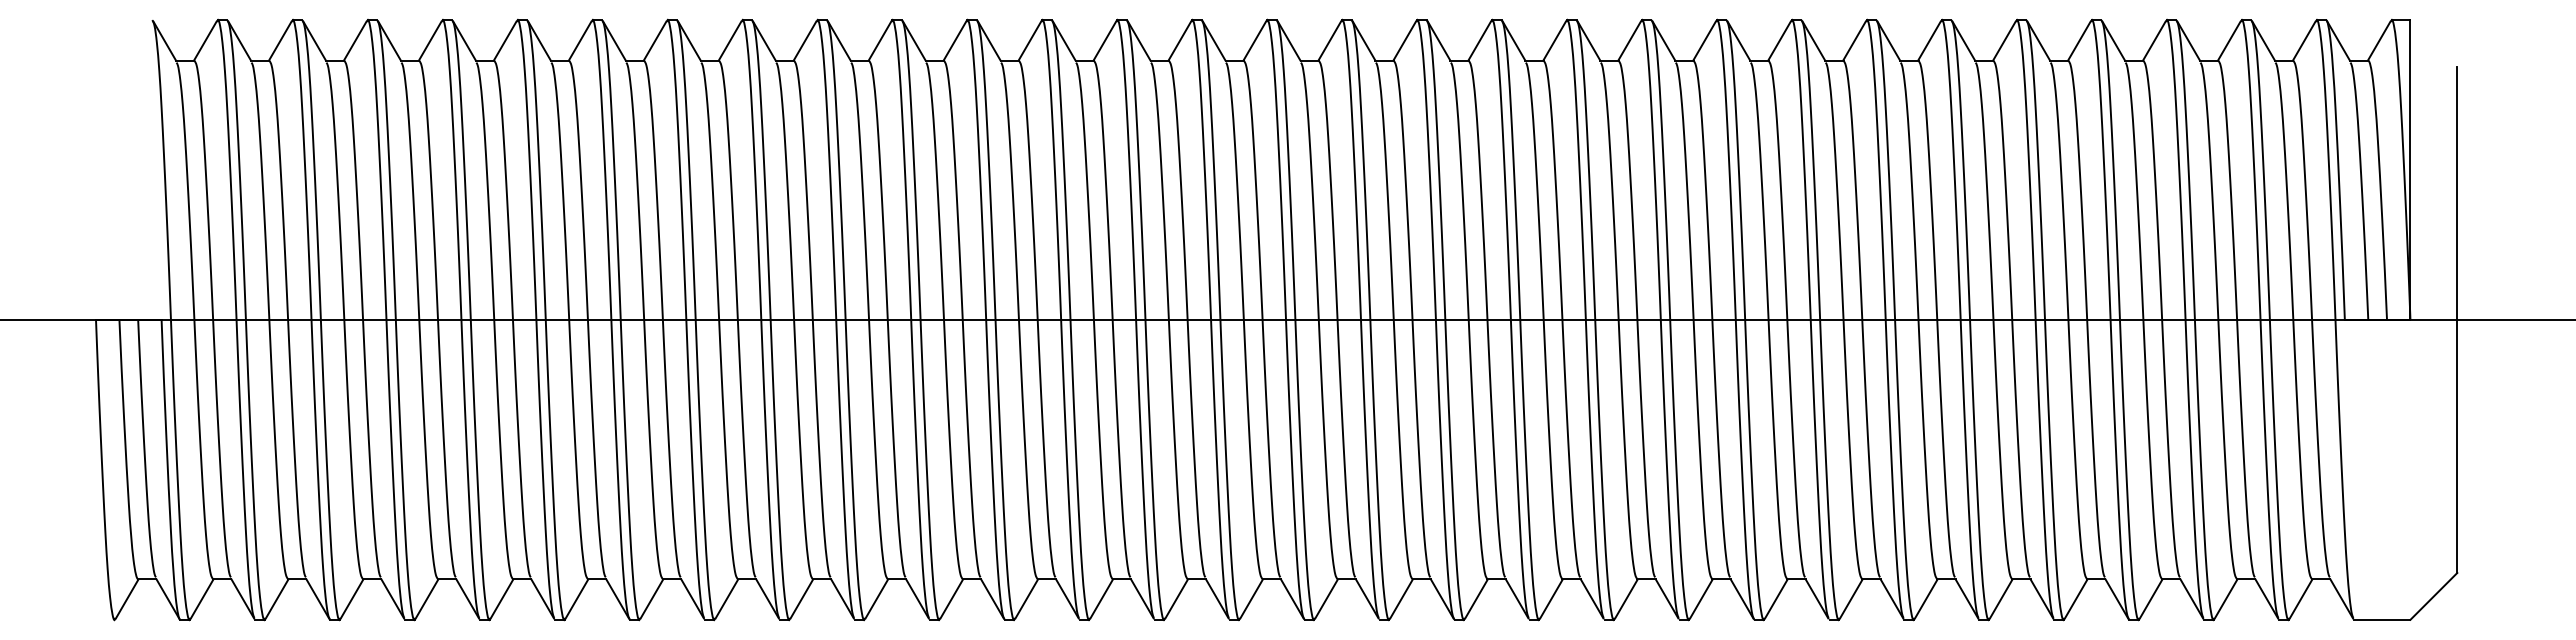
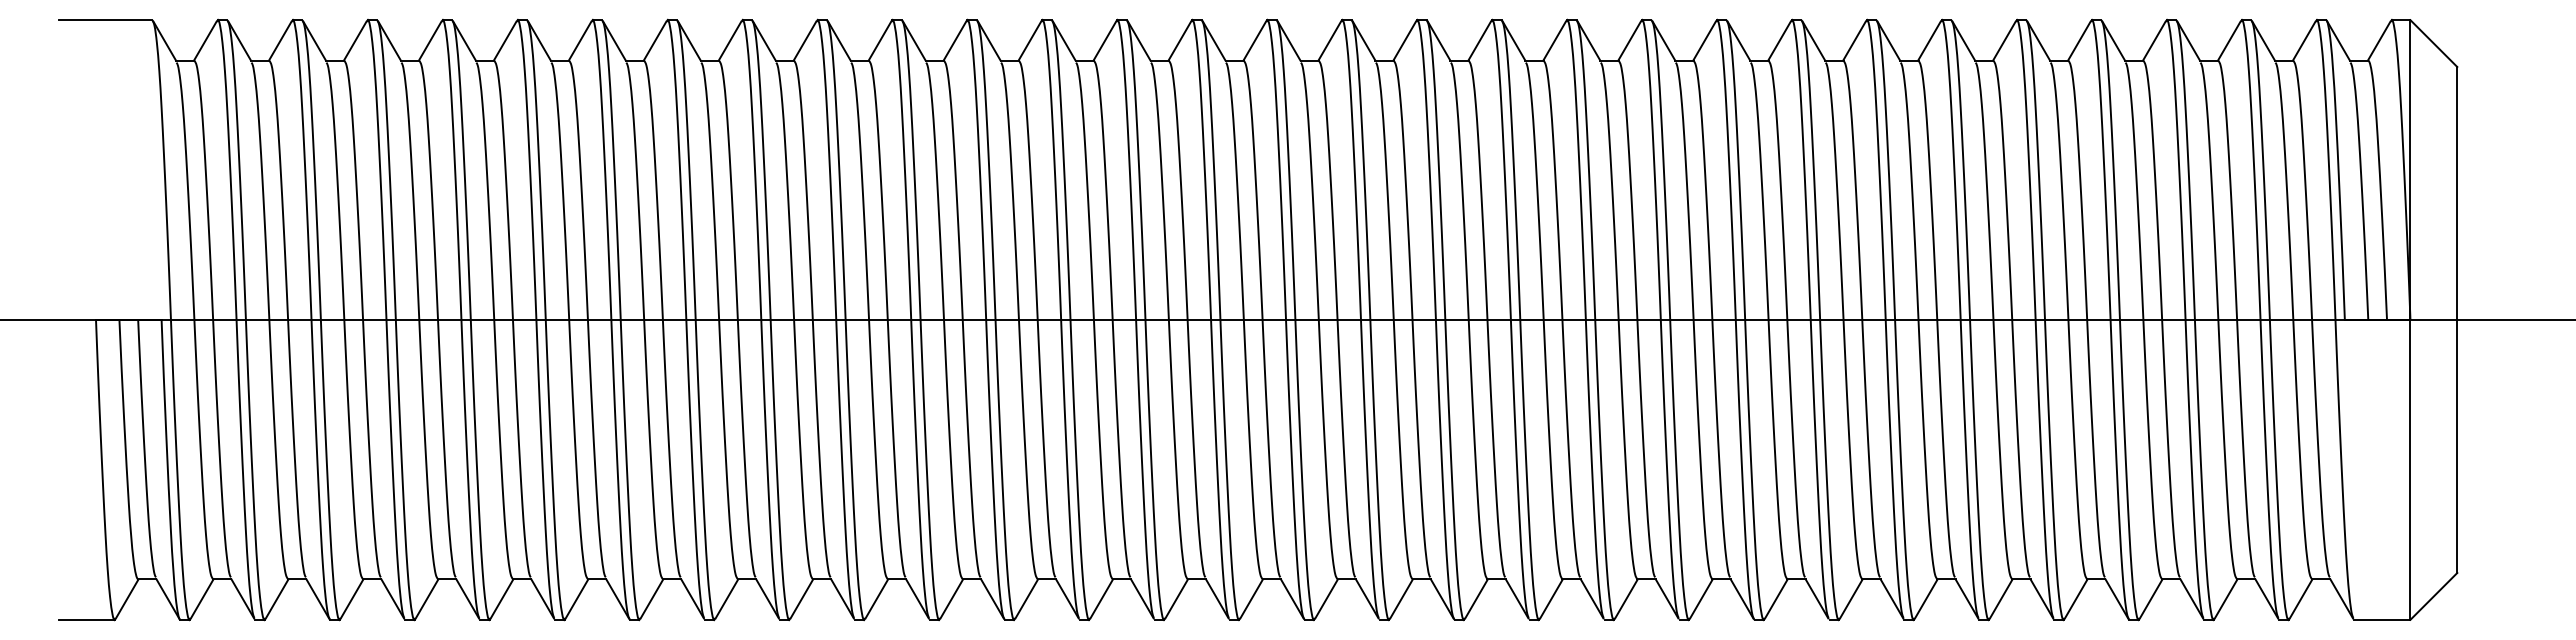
line at (105, 20): none -> present
line at (2433, 43): none -> present
line at (2410, 469): none -> present
line at (86, 619): none -> present
